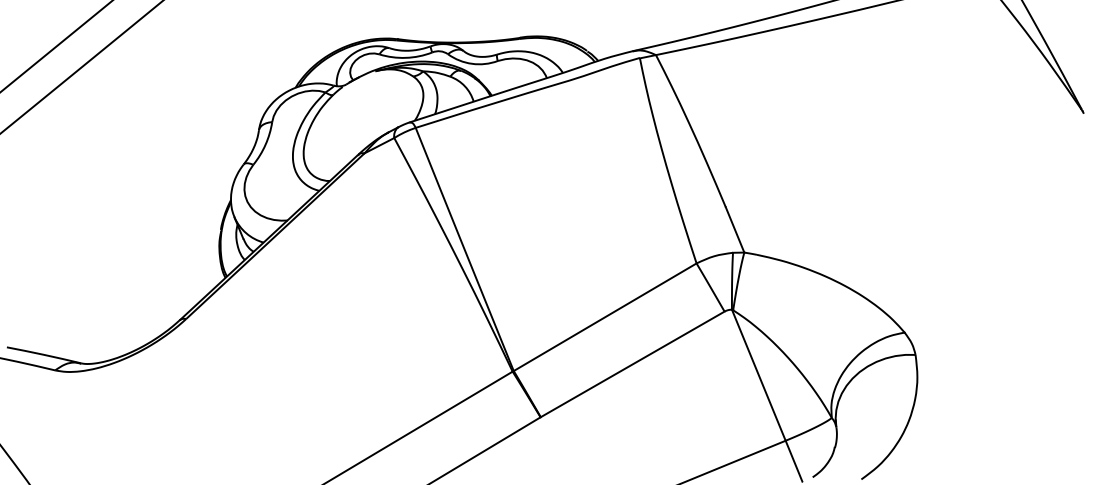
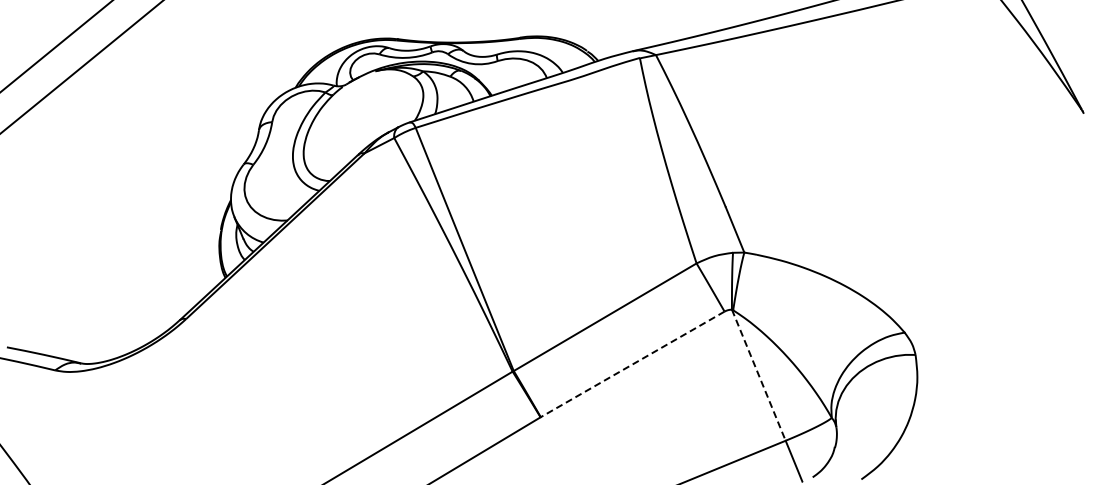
line at (632, 364): solid -> dashed
line at (758, 375): solid -> dashed
